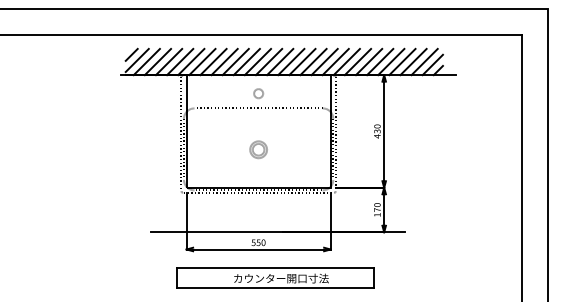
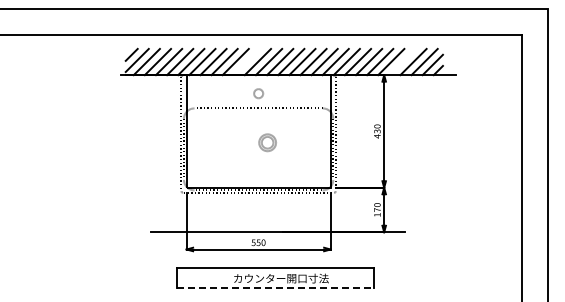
line at (246, 61): present -> none
line at (402, 61): present -> none
part at (258, 149) position: (258, 149) -> (267, 142)
line at (276, 287): solid -> dashed
